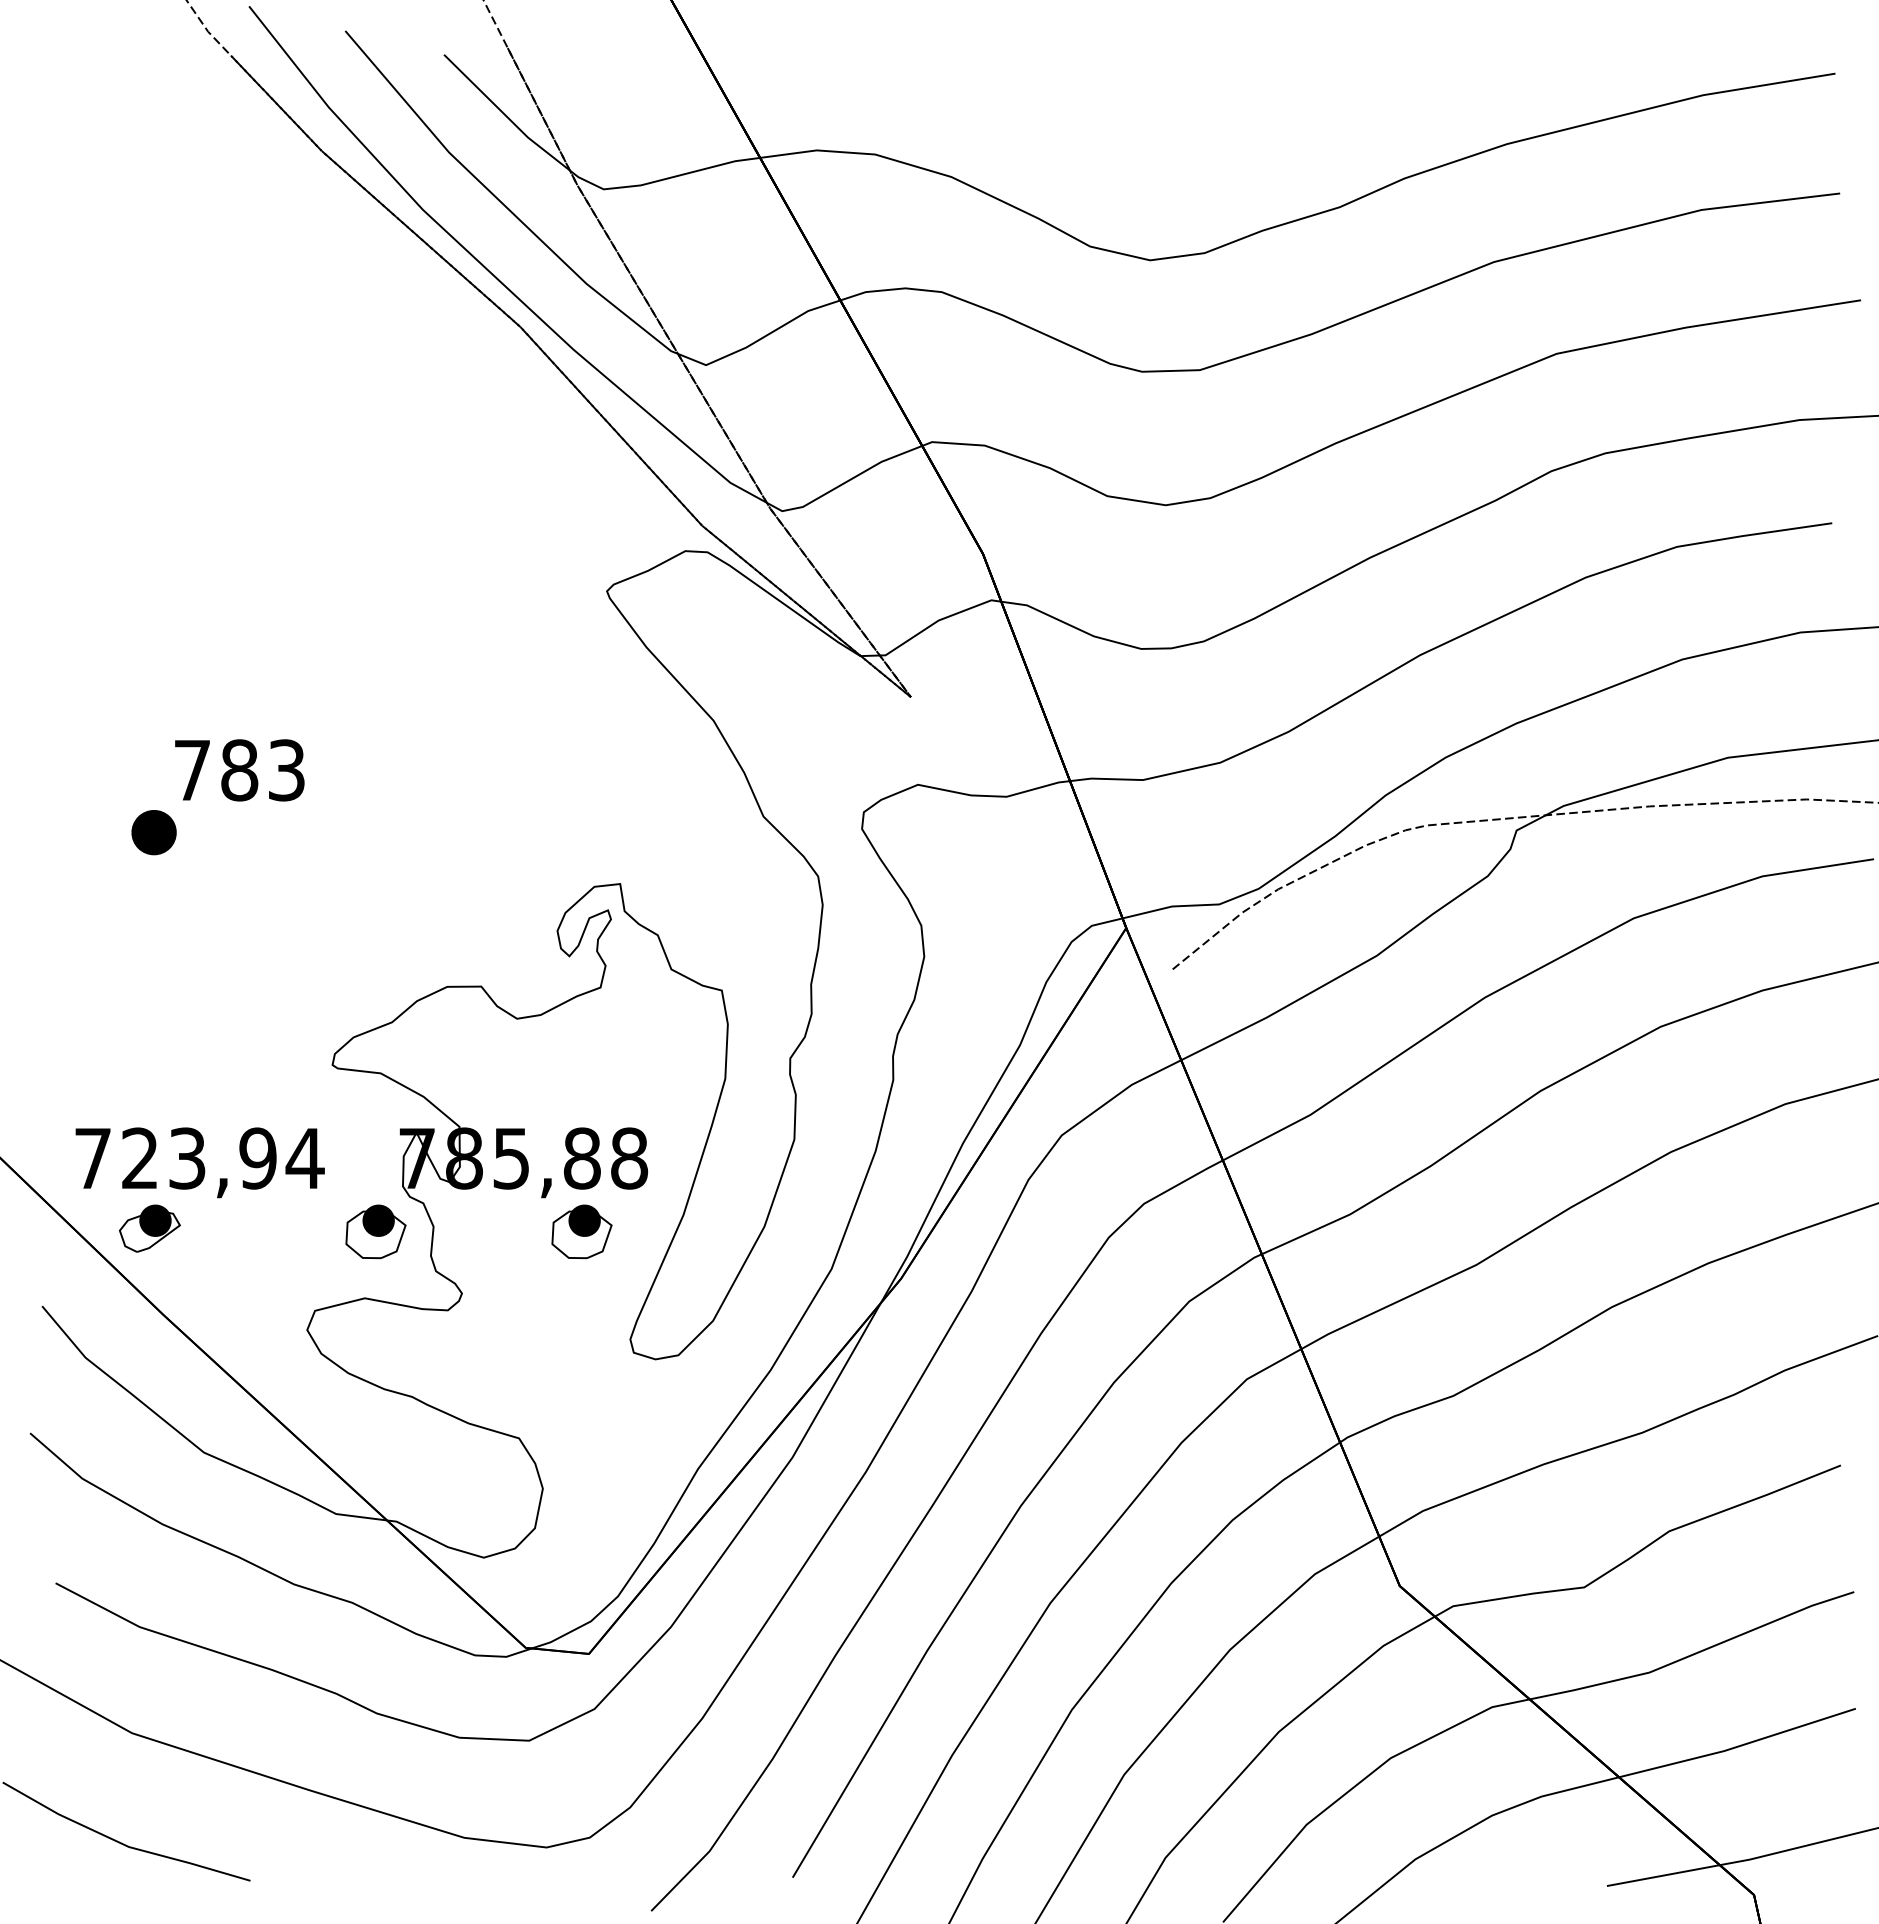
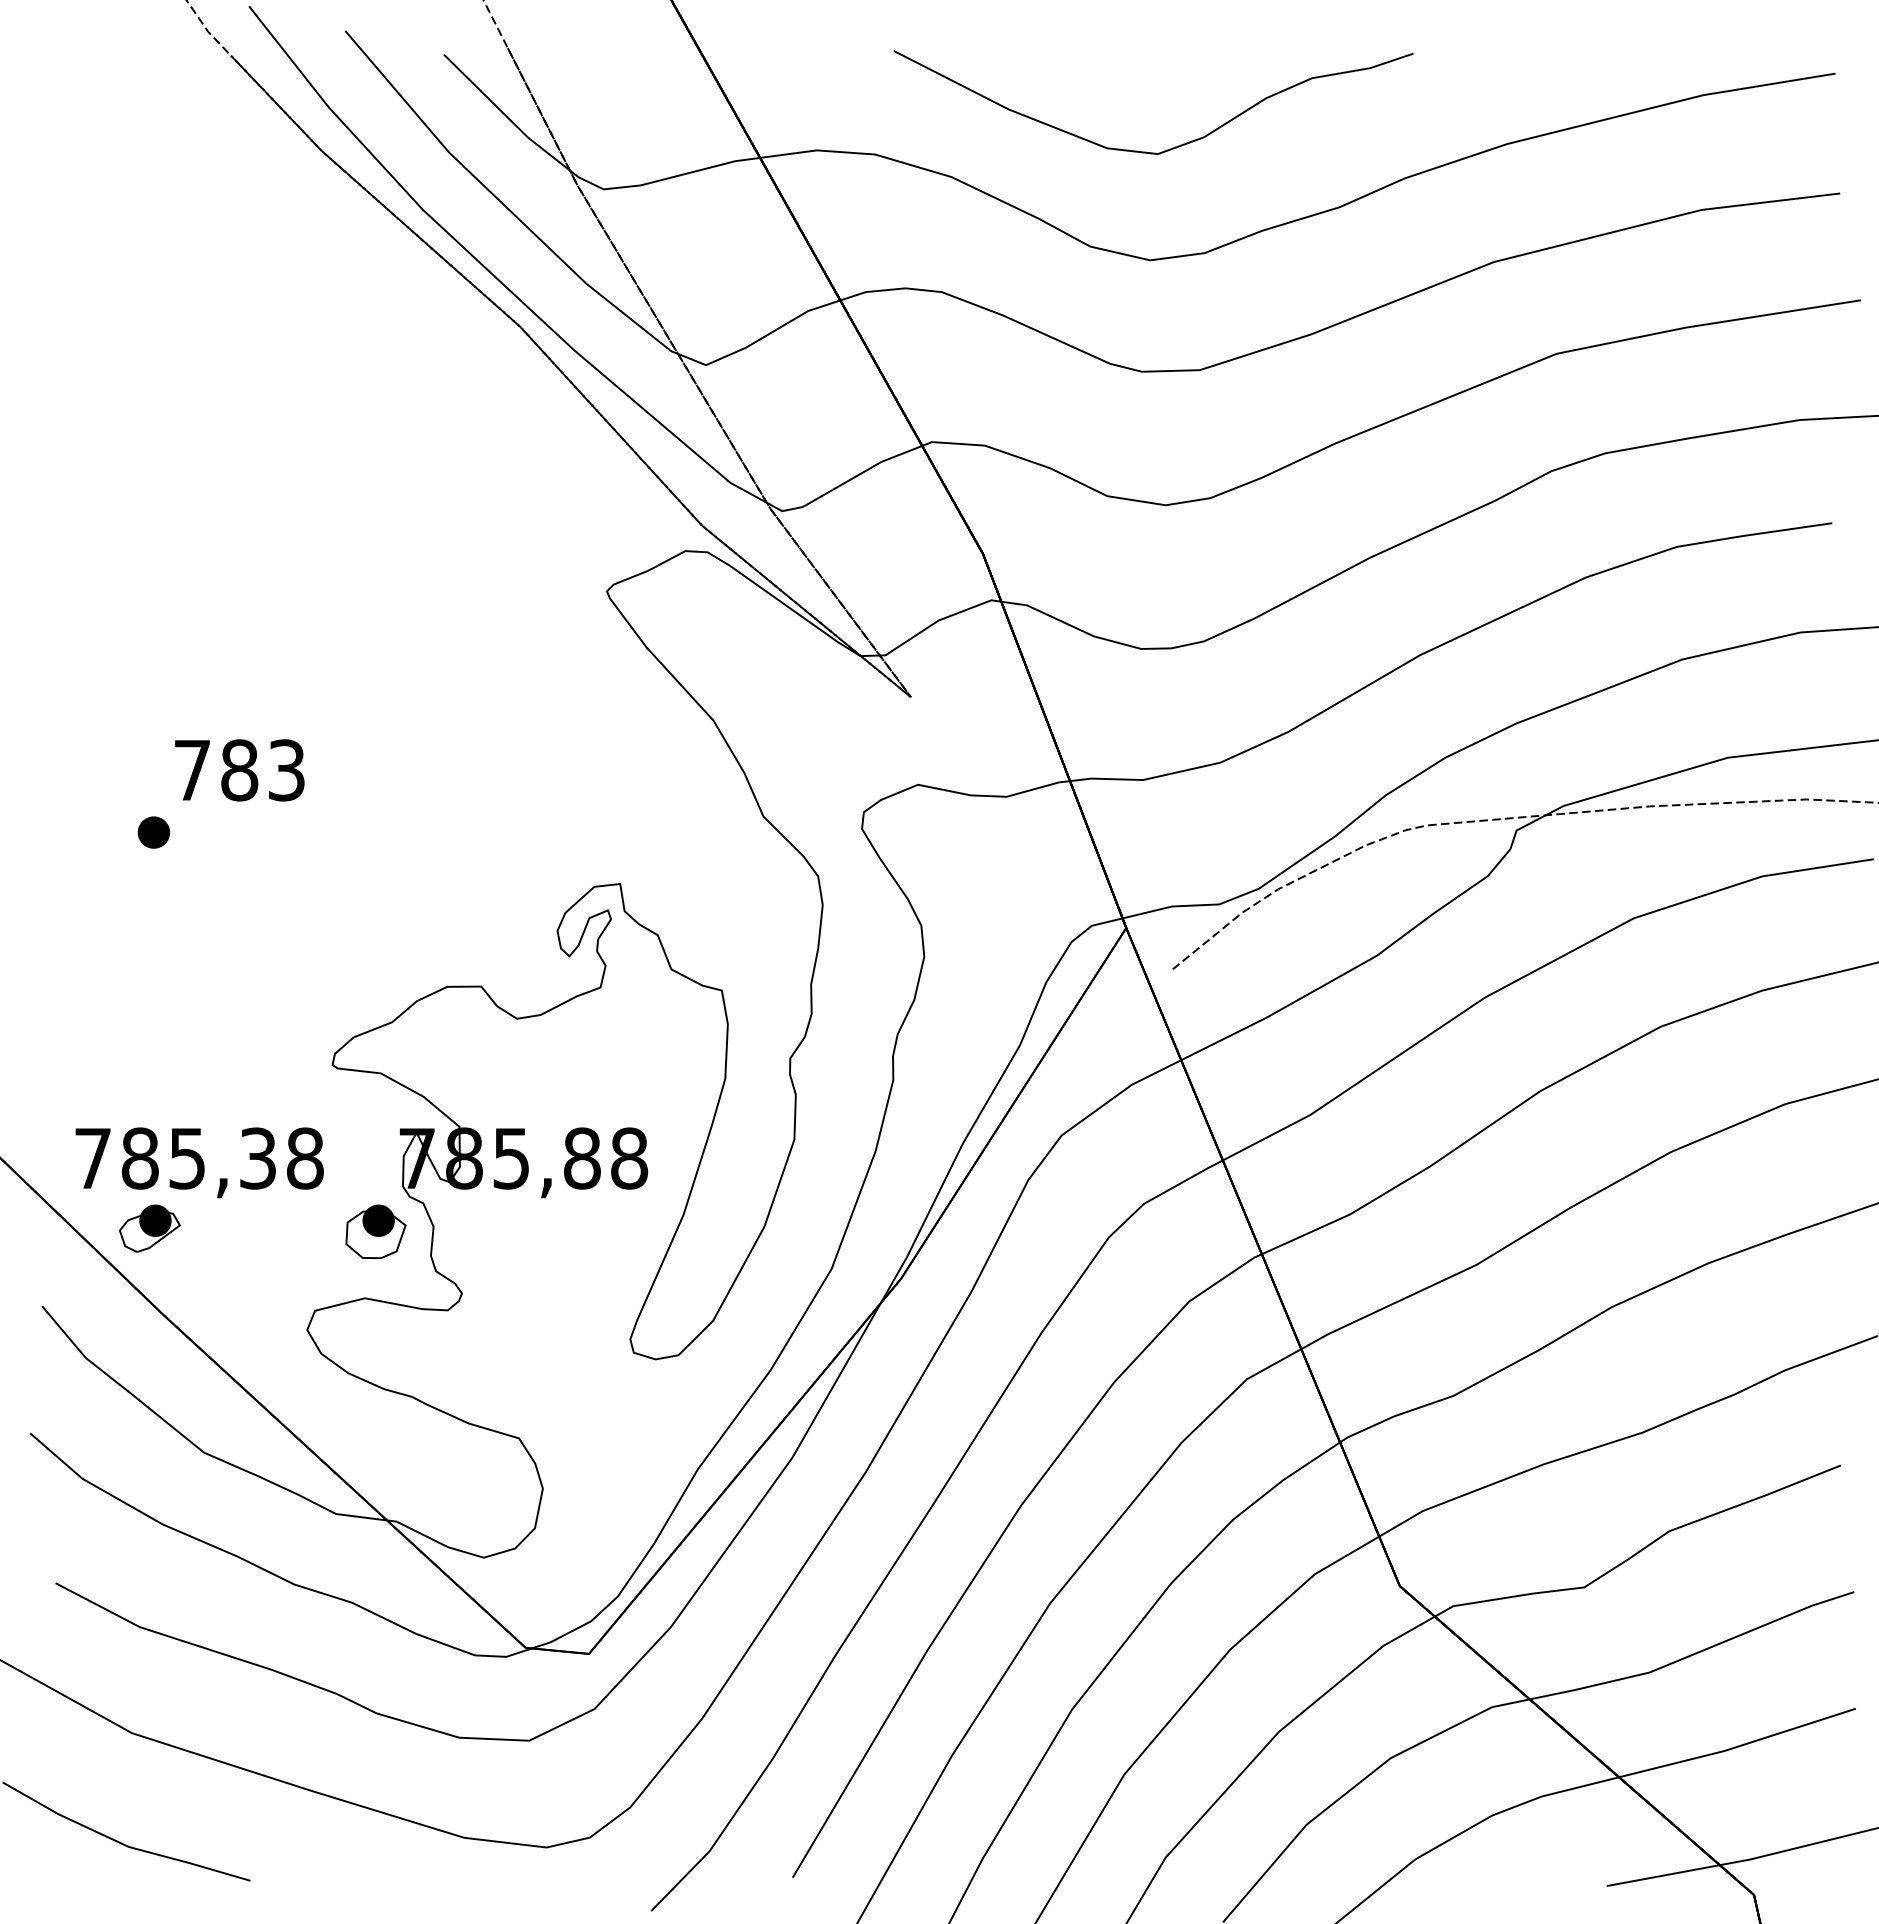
part at (1169, 148): none -> present
part at (153, 832) size: 46x46 px -> 33x33 px
text at (222, 1158): 723,94 -> 785,38
part at (581, 1231): present -> none
